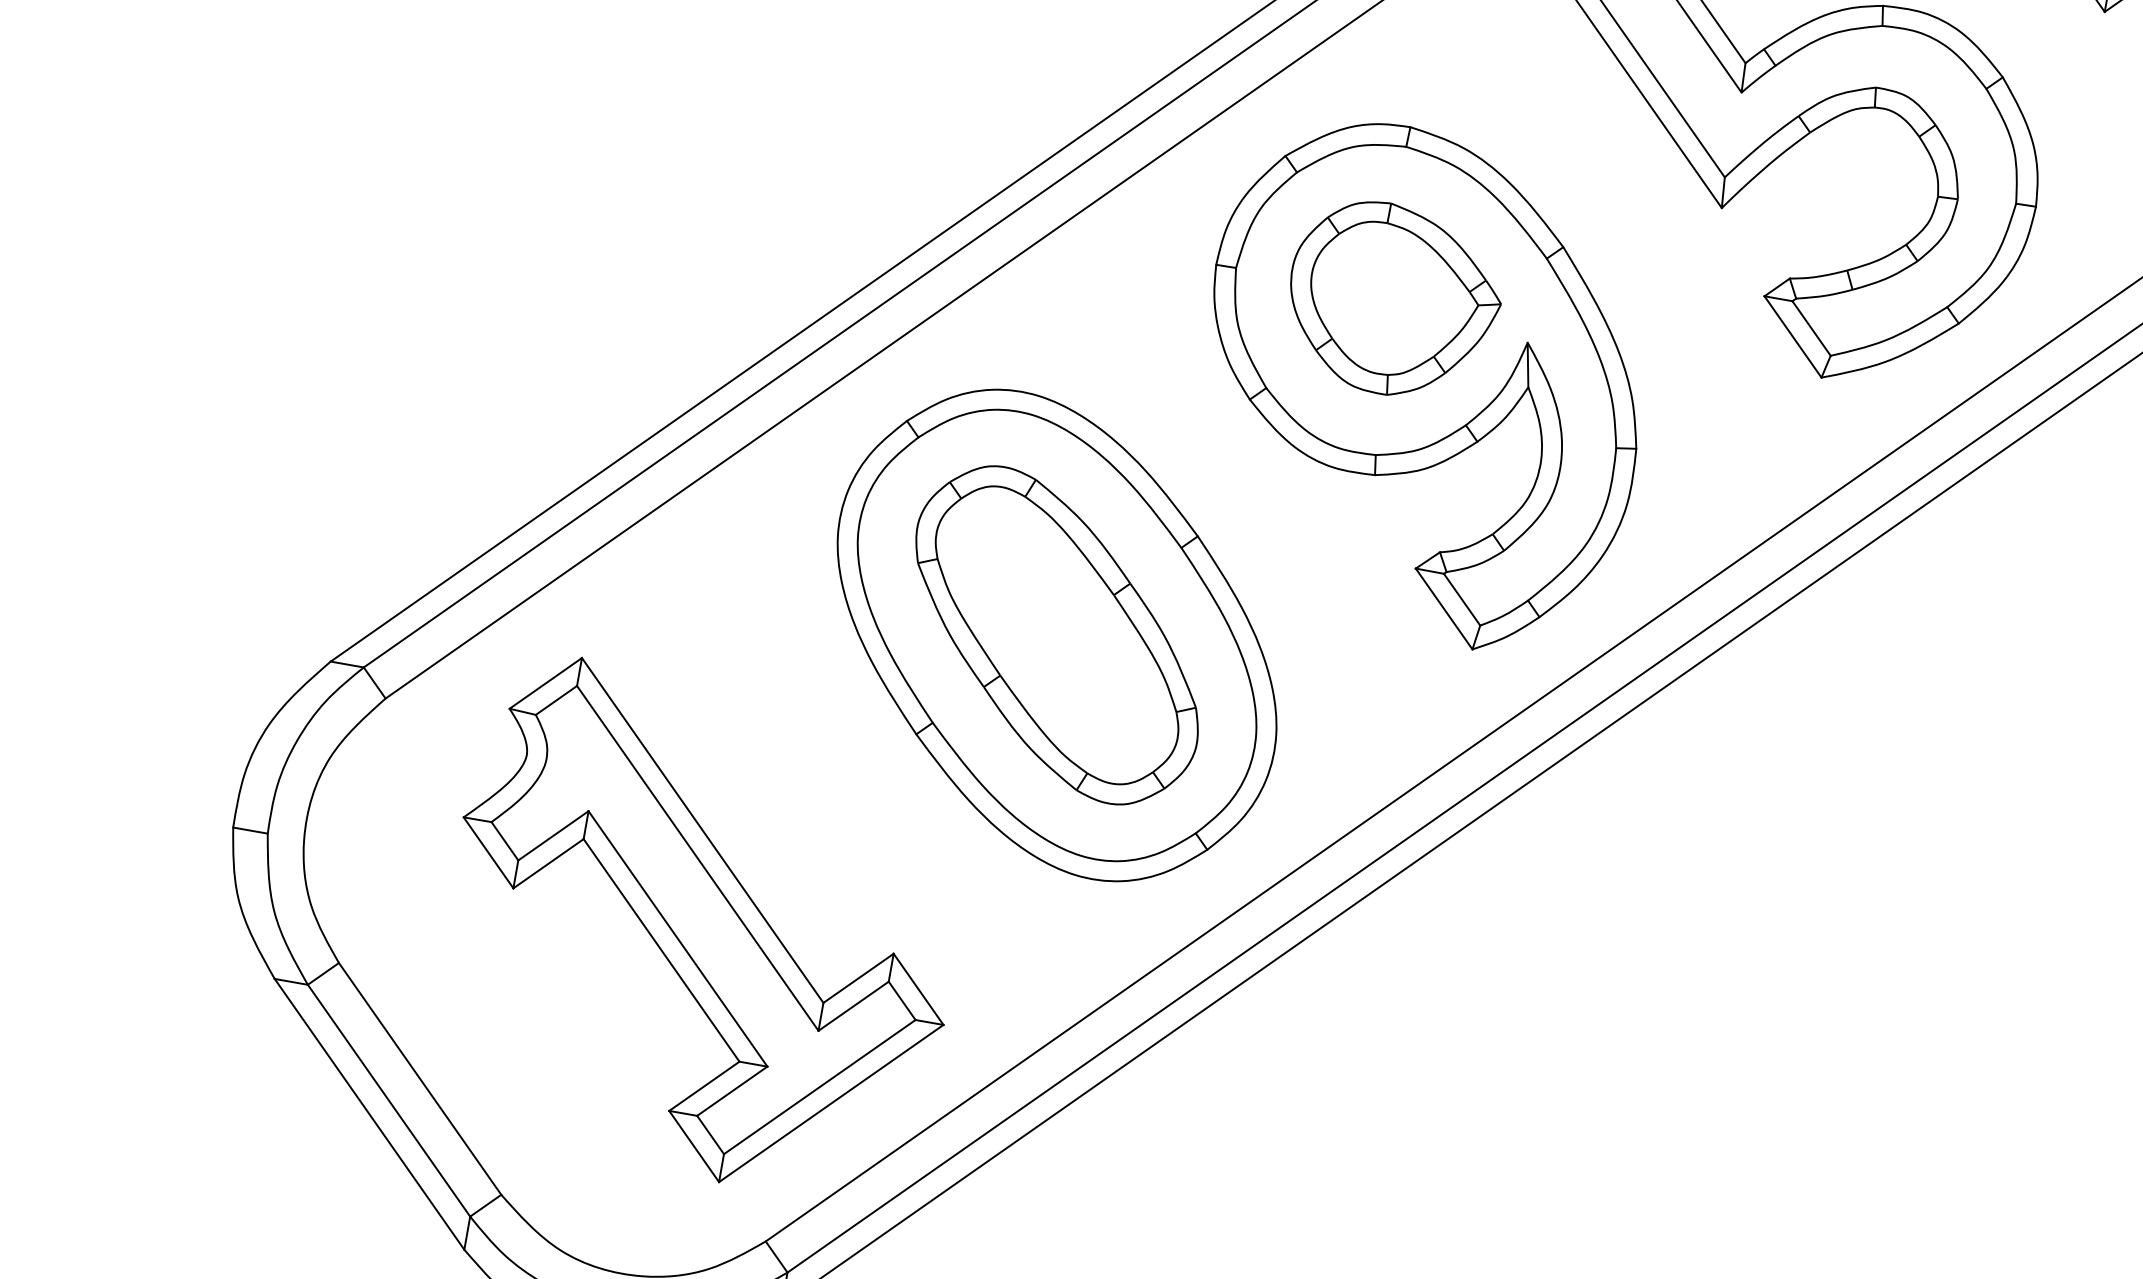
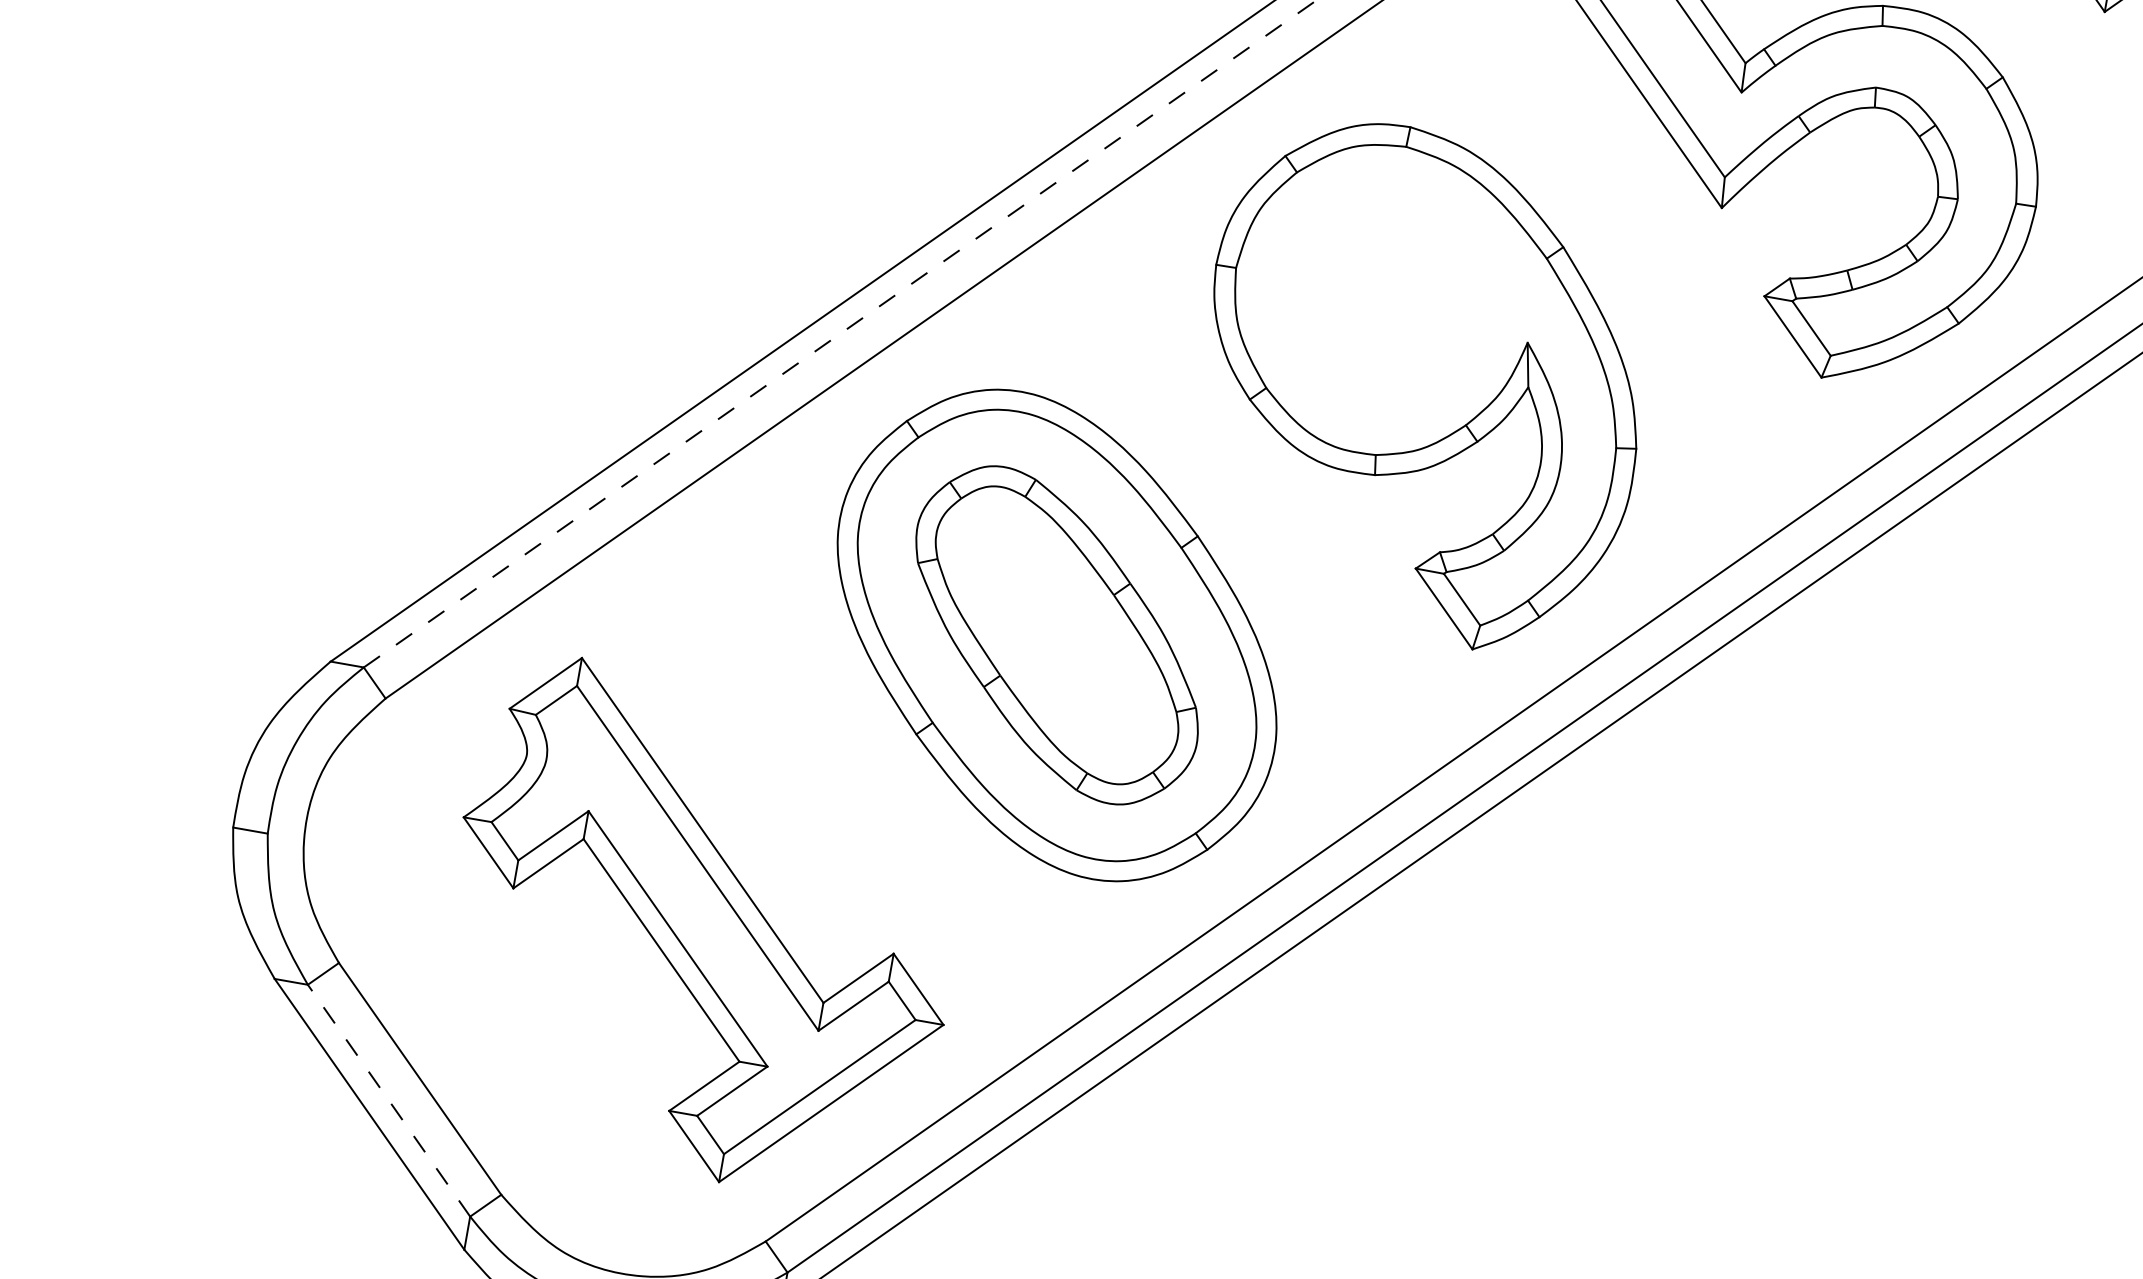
part at (1395, 298): present -> none
line at (840, 333): solid -> dashed
line at (389, 1100): solid -> dashed
